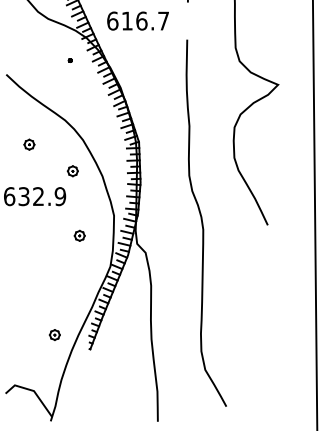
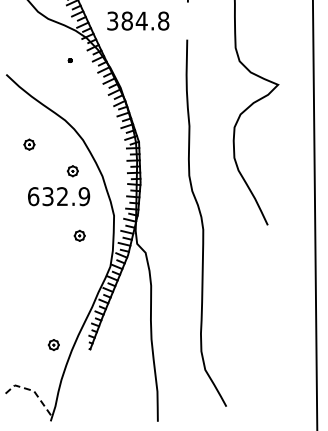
text at (138, 20): 616.7 -> 384.8
text at (35, 196) position: (35, 196) -> (59, 196)
part at (54, 334) position: (54, 334) -> (53, 344)
line at (34, 391): solid -> dashed
